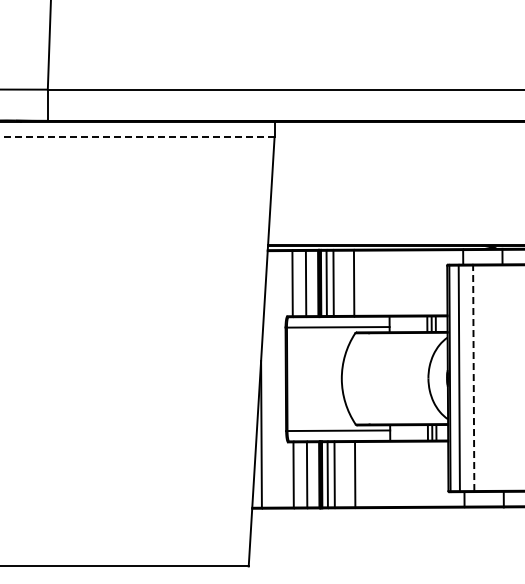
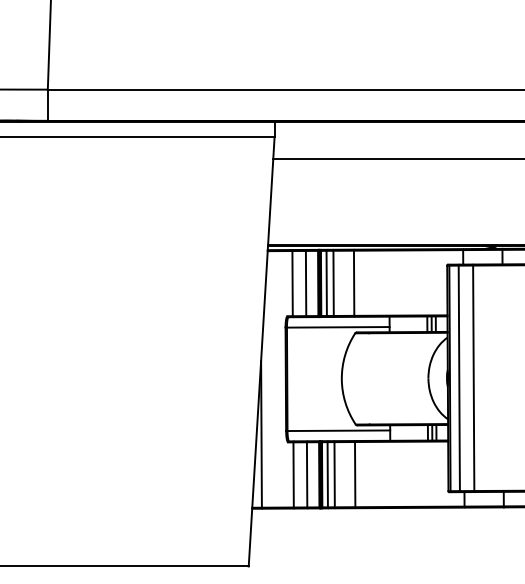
line at (136, 137): dashed -> solid
line at (397, 158): none -> present
line at (473, 378): dashed -> solid
